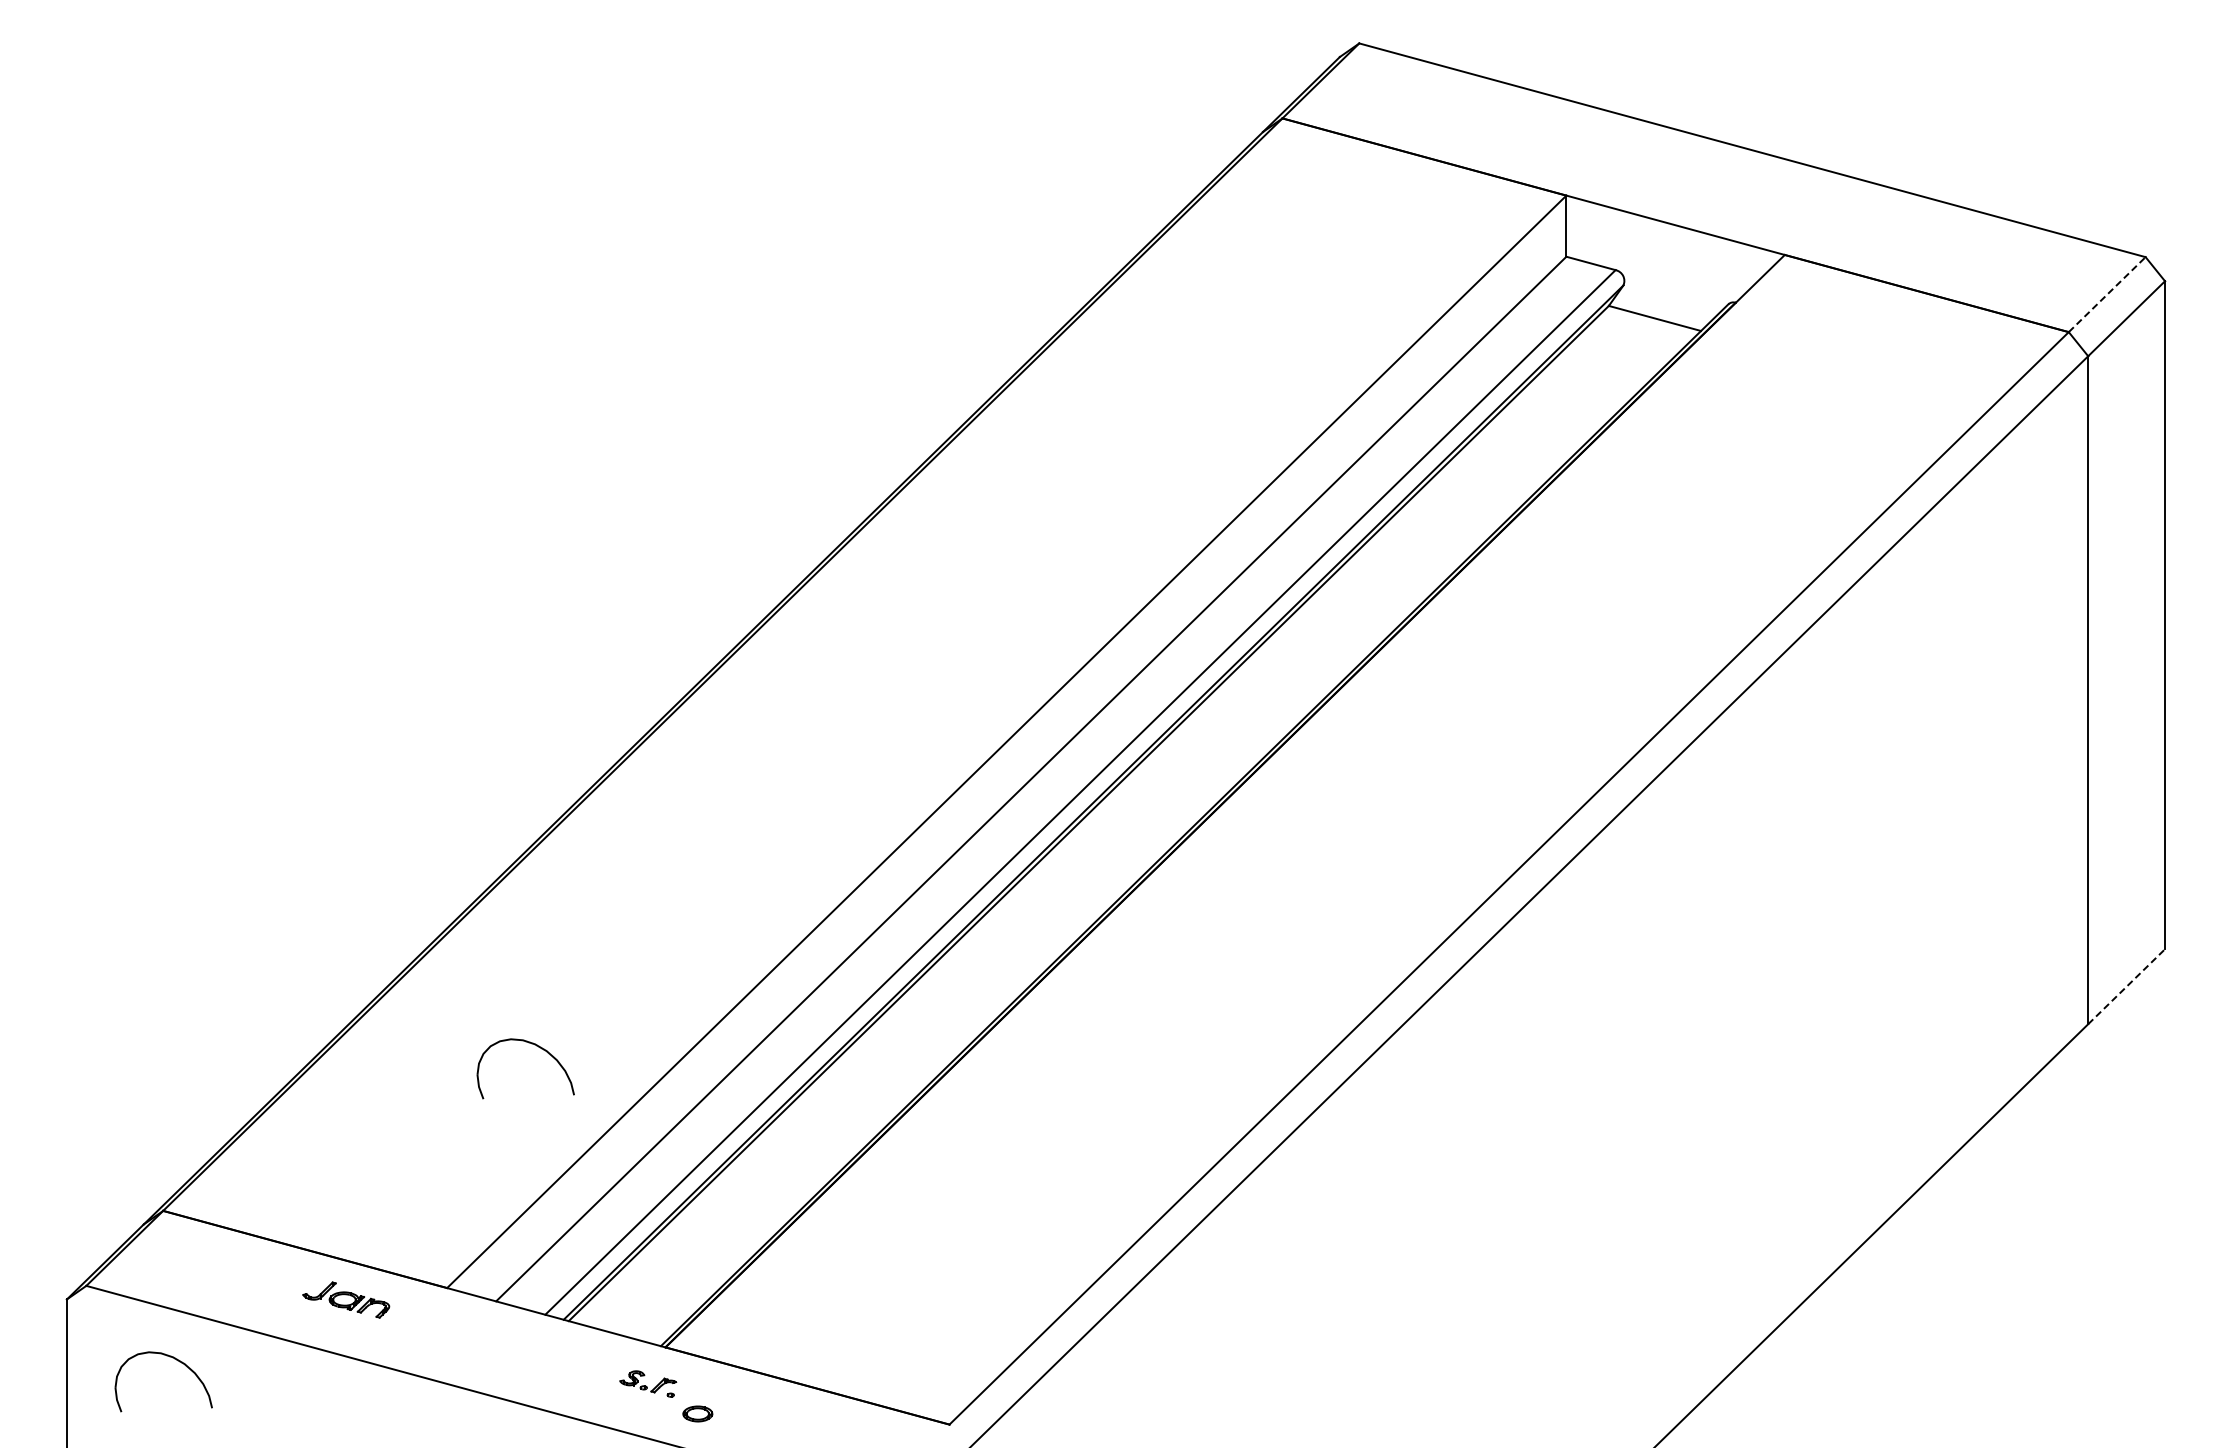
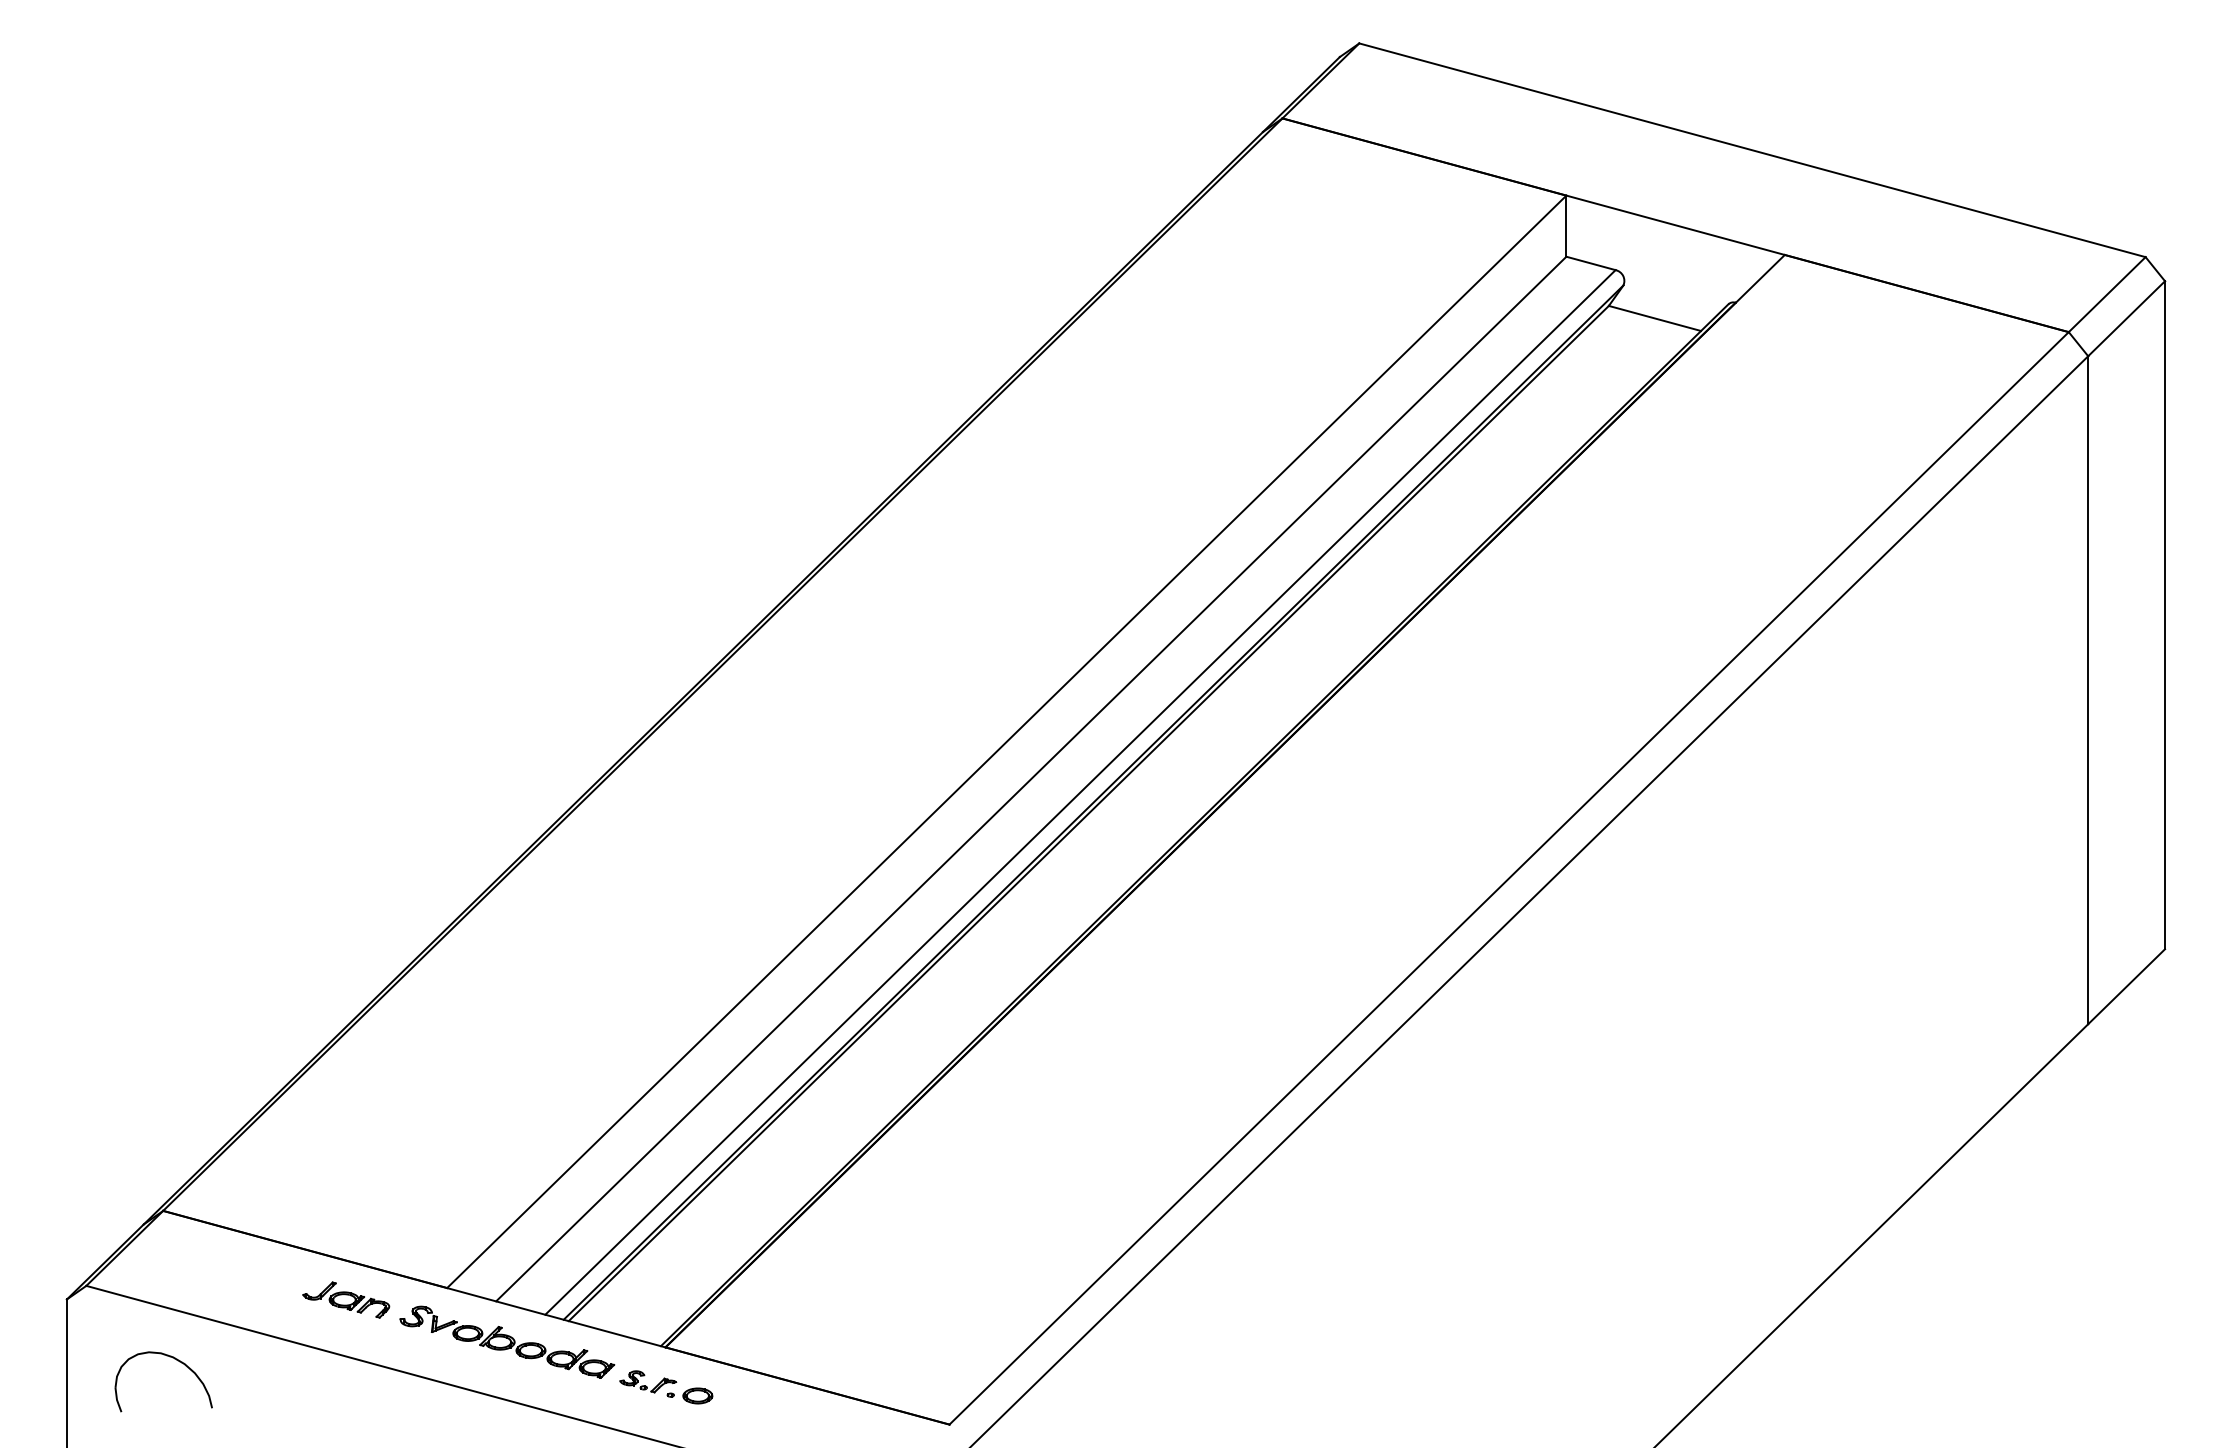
line at (2107, 294): dashed -> solid
line at (2126, 986): dashed -> solid
part at (536, 1046): present -> none
part at (507, 1341): none -> present
part at (697, 1413) position: (697, 1413) -> (697, 1395)
